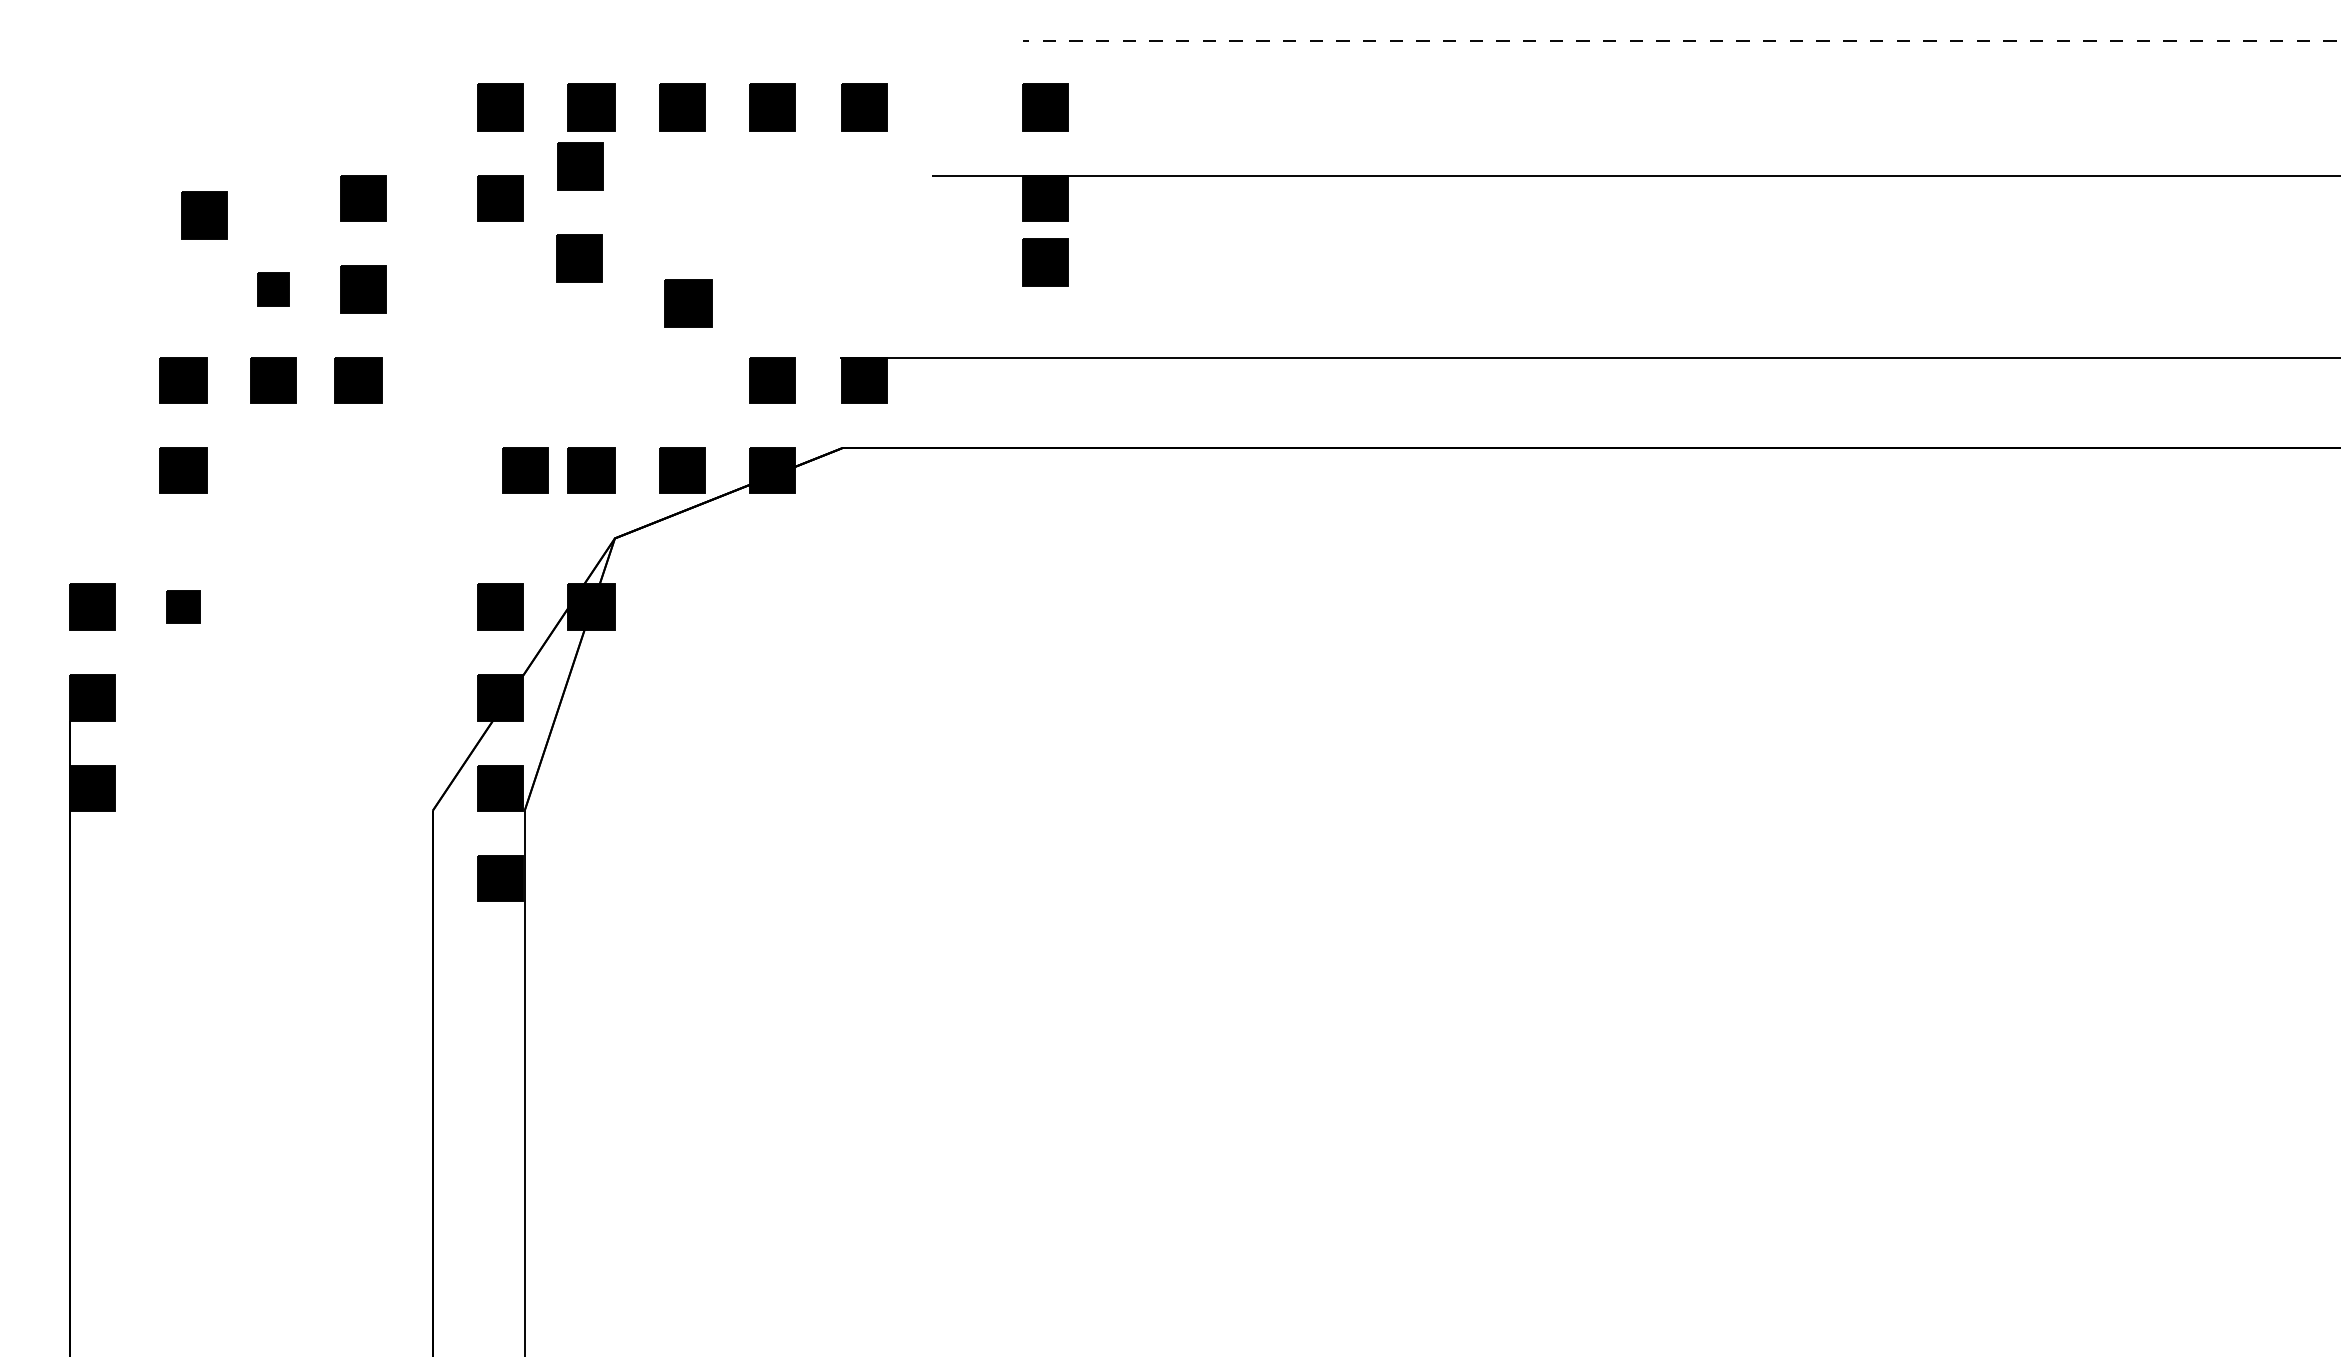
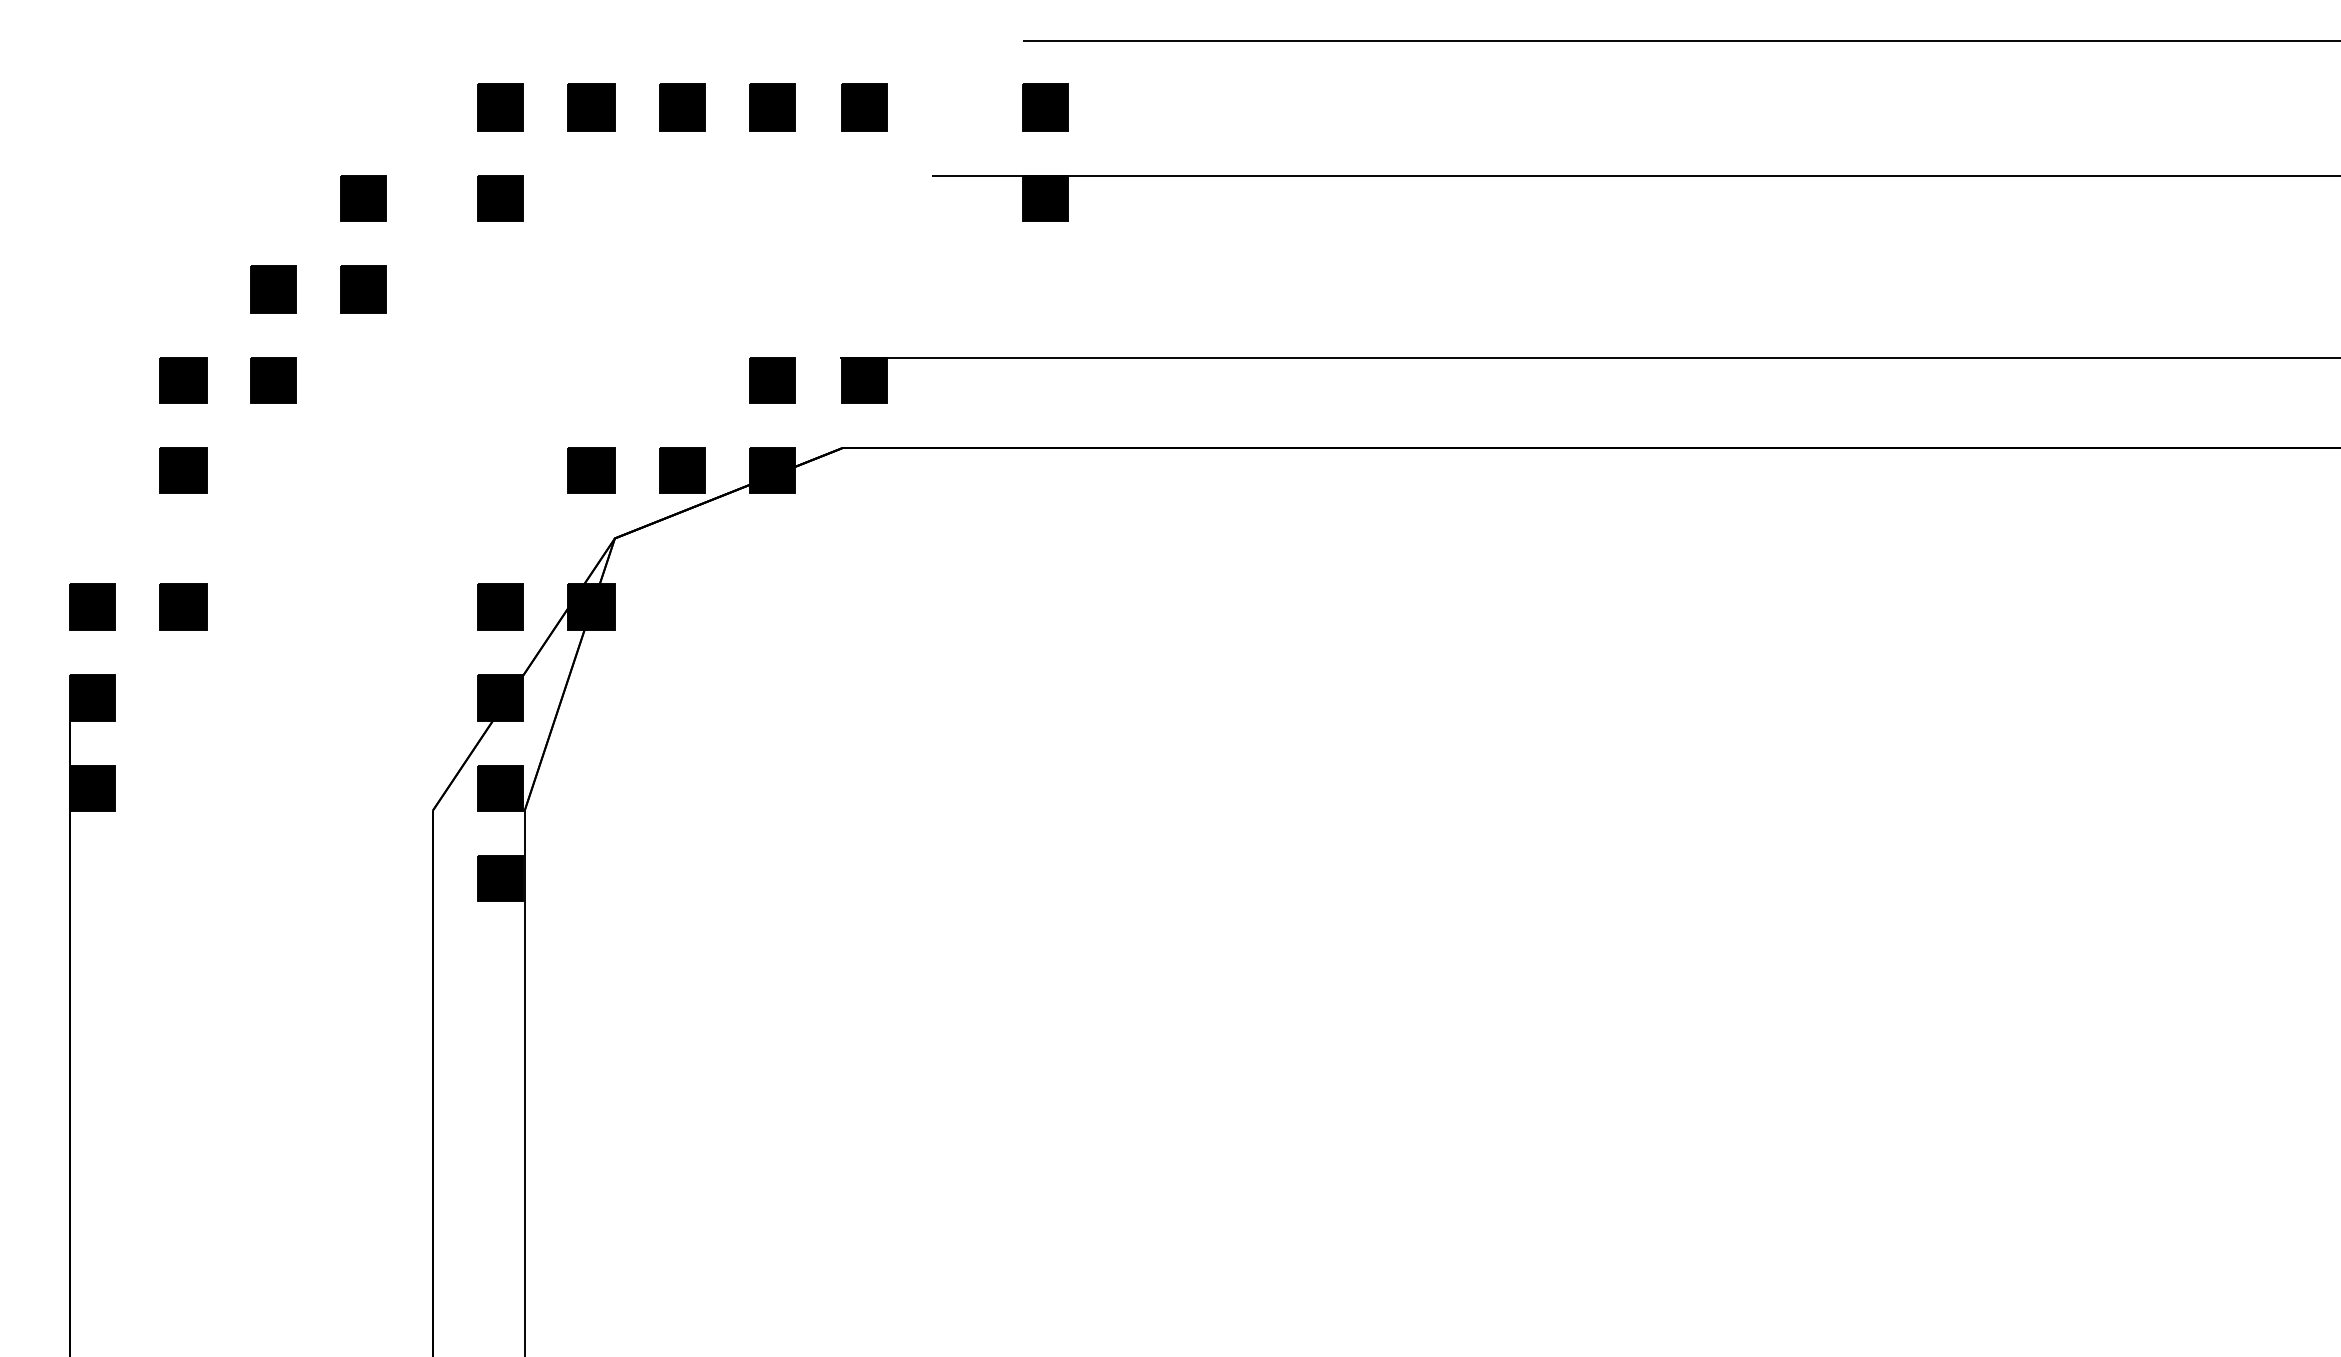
line at (1681, 40): dashed -> solid
part at (580, 166): present -> none
part at (204, 215): present -> none
part at (579, 258): present -> none
part at (1045, 262): present -> none
part at (273, 289) size: 33x35 px -> 47x49 px
part at (688, 303): present -> none
part at (358, 380): present -> none
part at (525, 470): present -> none
part at (183, 606) size: 35x34 px -> 49x48 px
